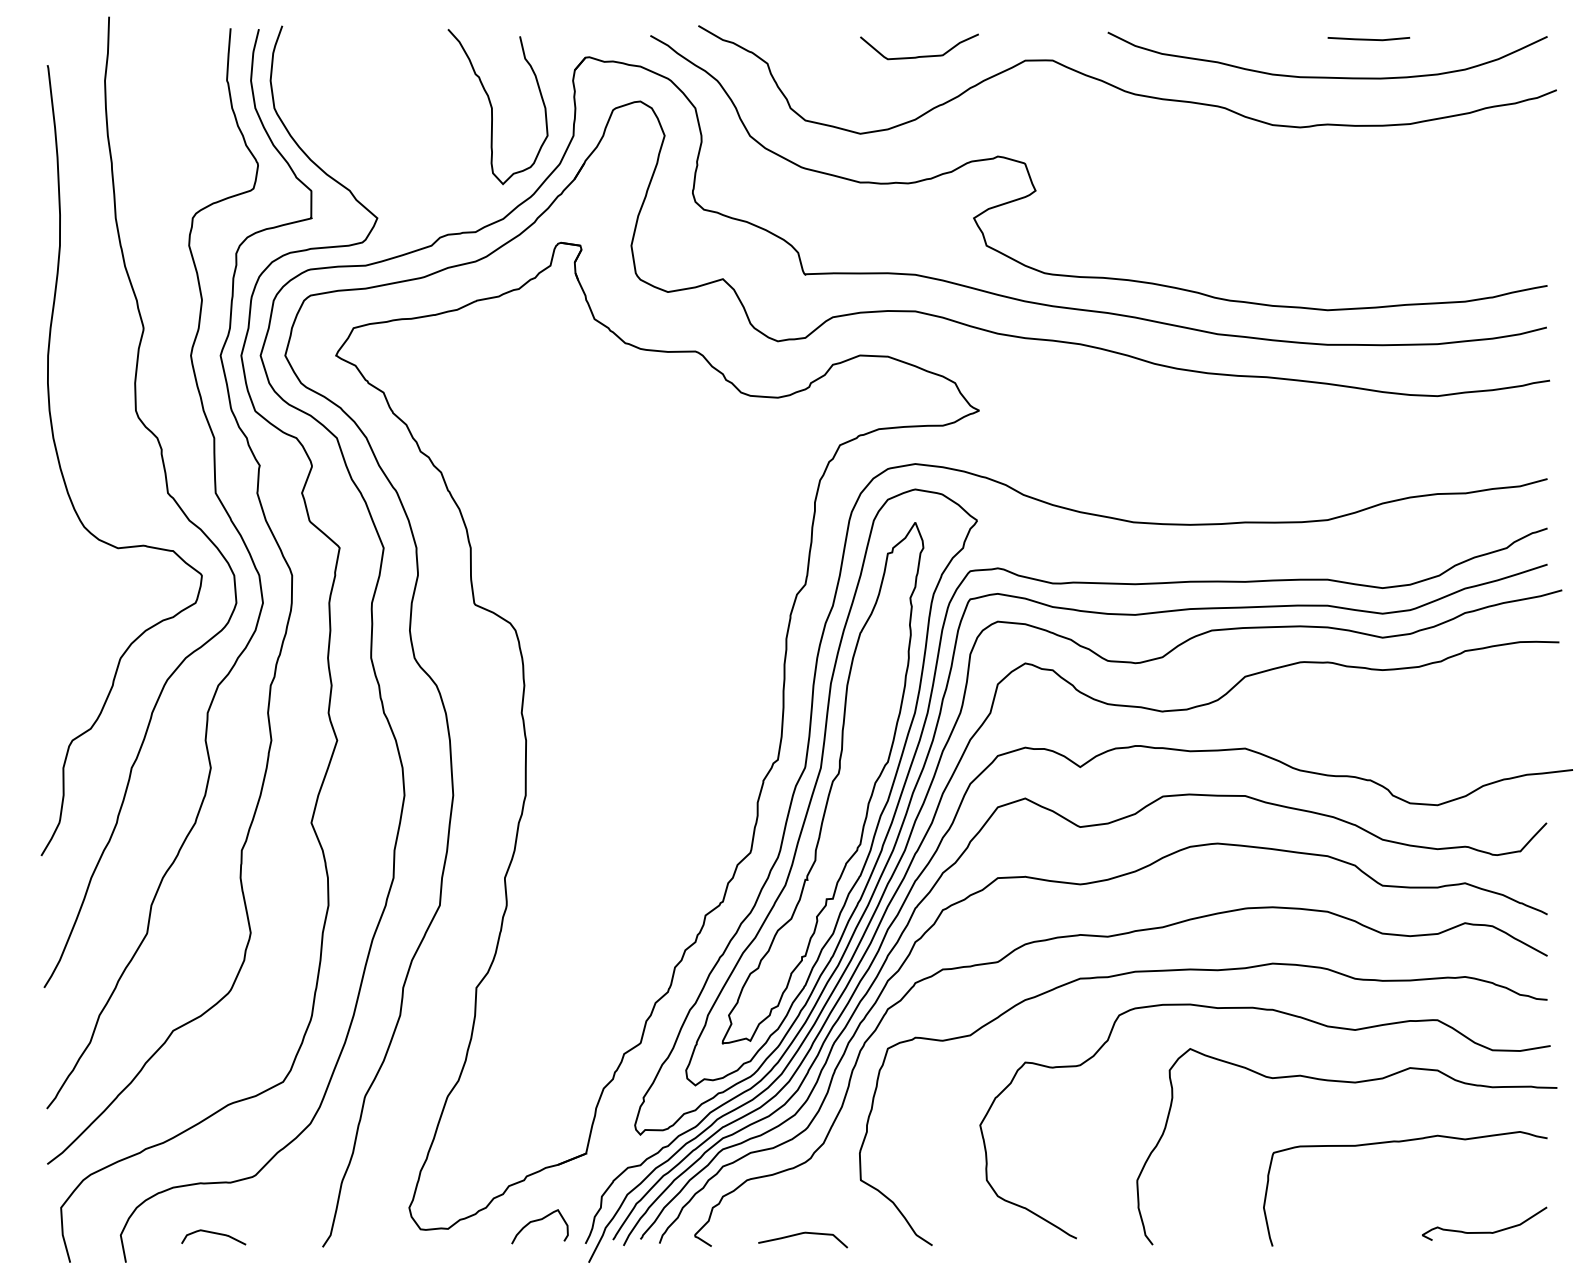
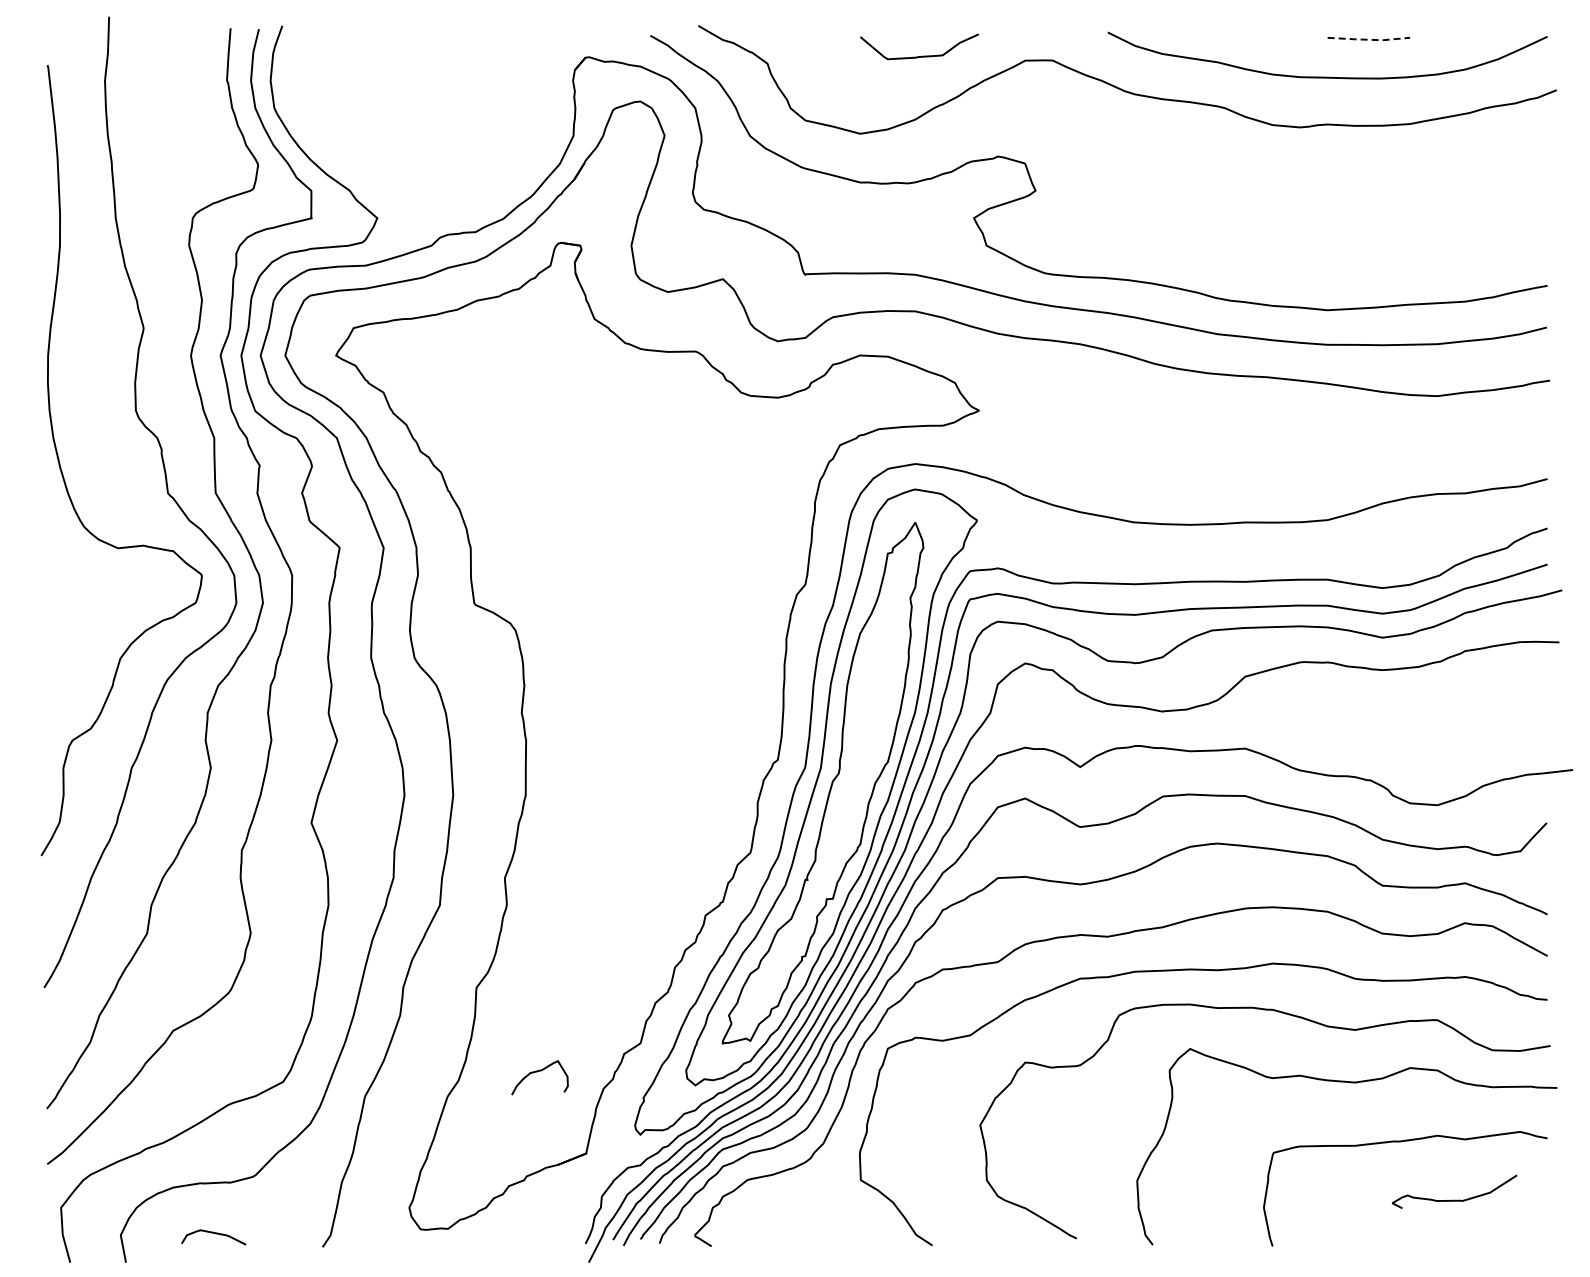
line at (1368, 39): solid -> dashed
curve at (492, 107): present -> none
curve at (537, 1221) position: (537, 1221) -> (537, 1072)
curve at (1484, 1231) position: (1484, 1231) -> (1454, 1199)
curve at (802, 1234): present -> none
